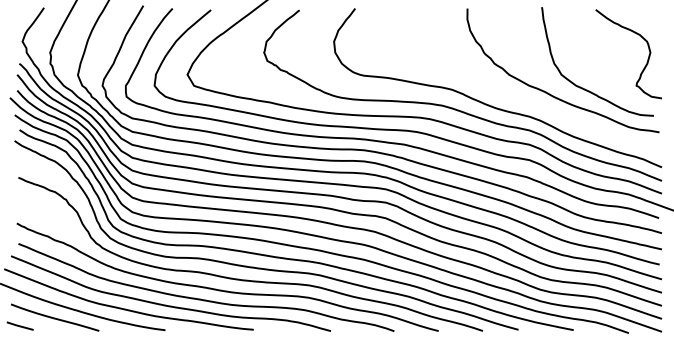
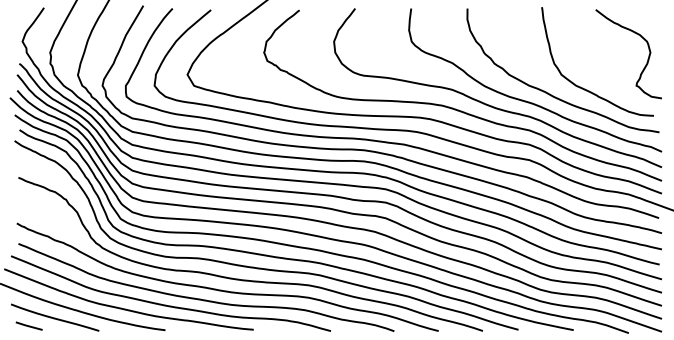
curve at (529, 101): none -> present
line at (19, 325) position: (19, 325) -> (28, 325)
